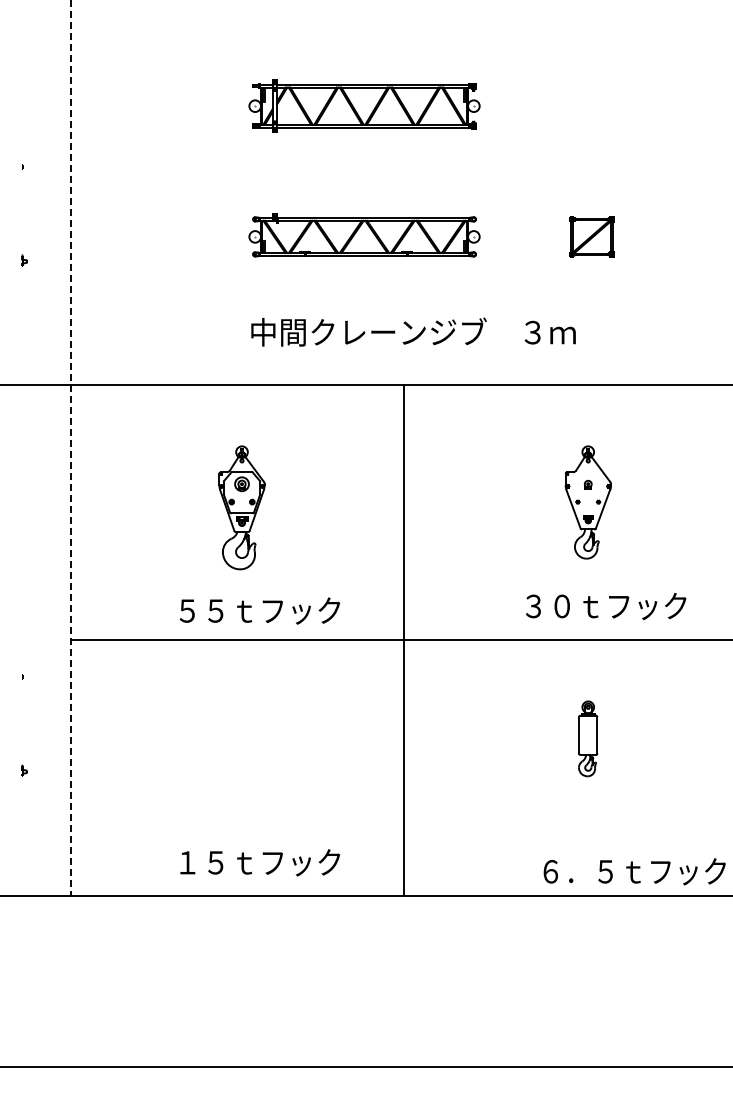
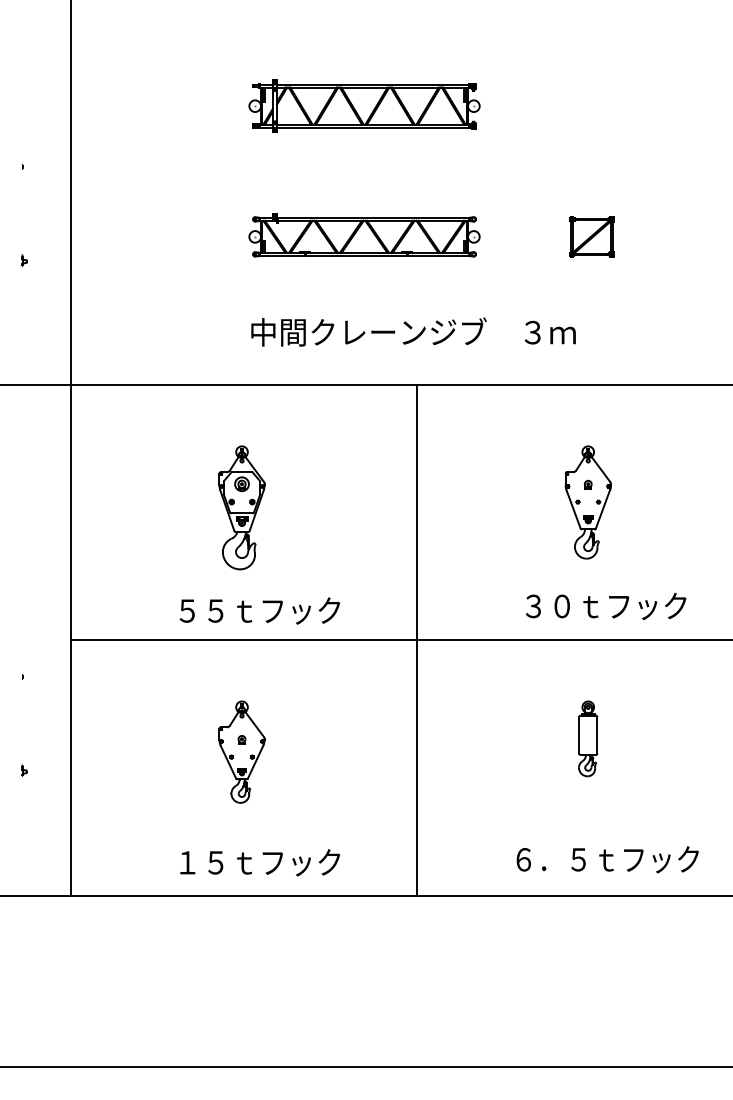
line at (70, 448): dashed -> solid
line at (403, 640) position: (403, 640) -> (416, 640)
part at (241, 751): none -> present
text at (634, 871) position: (634, 871) -> (607, 859)
